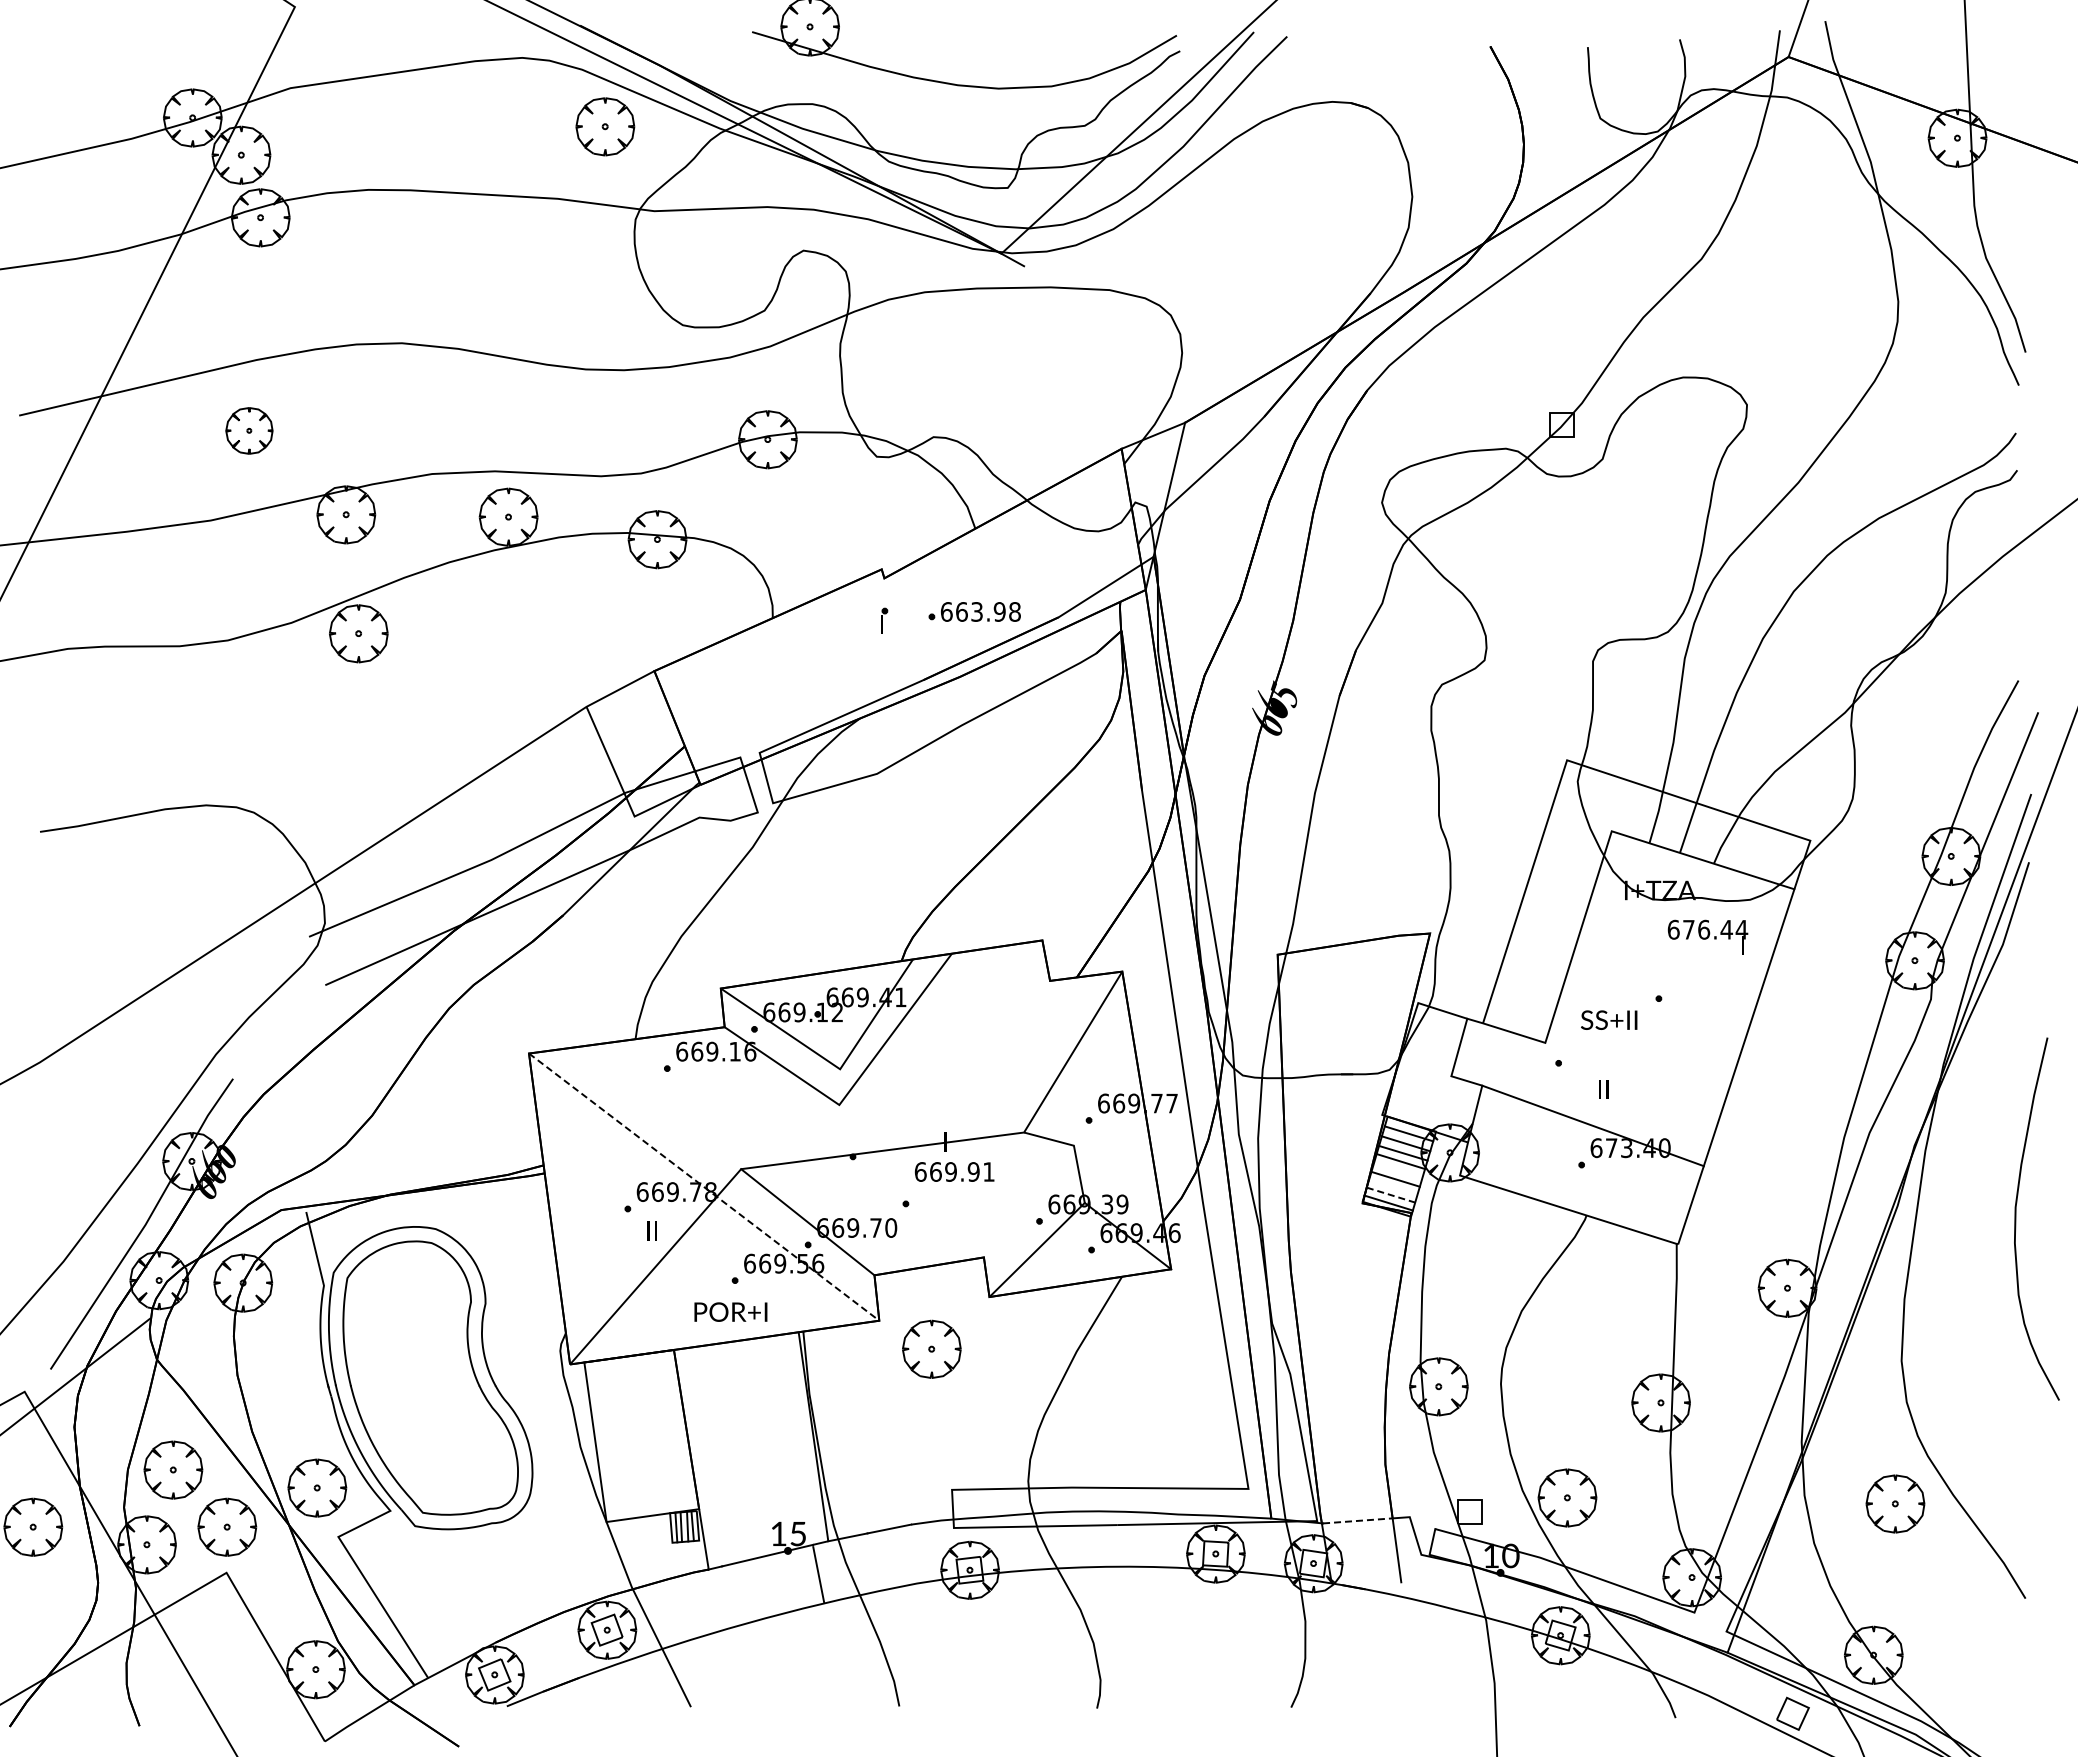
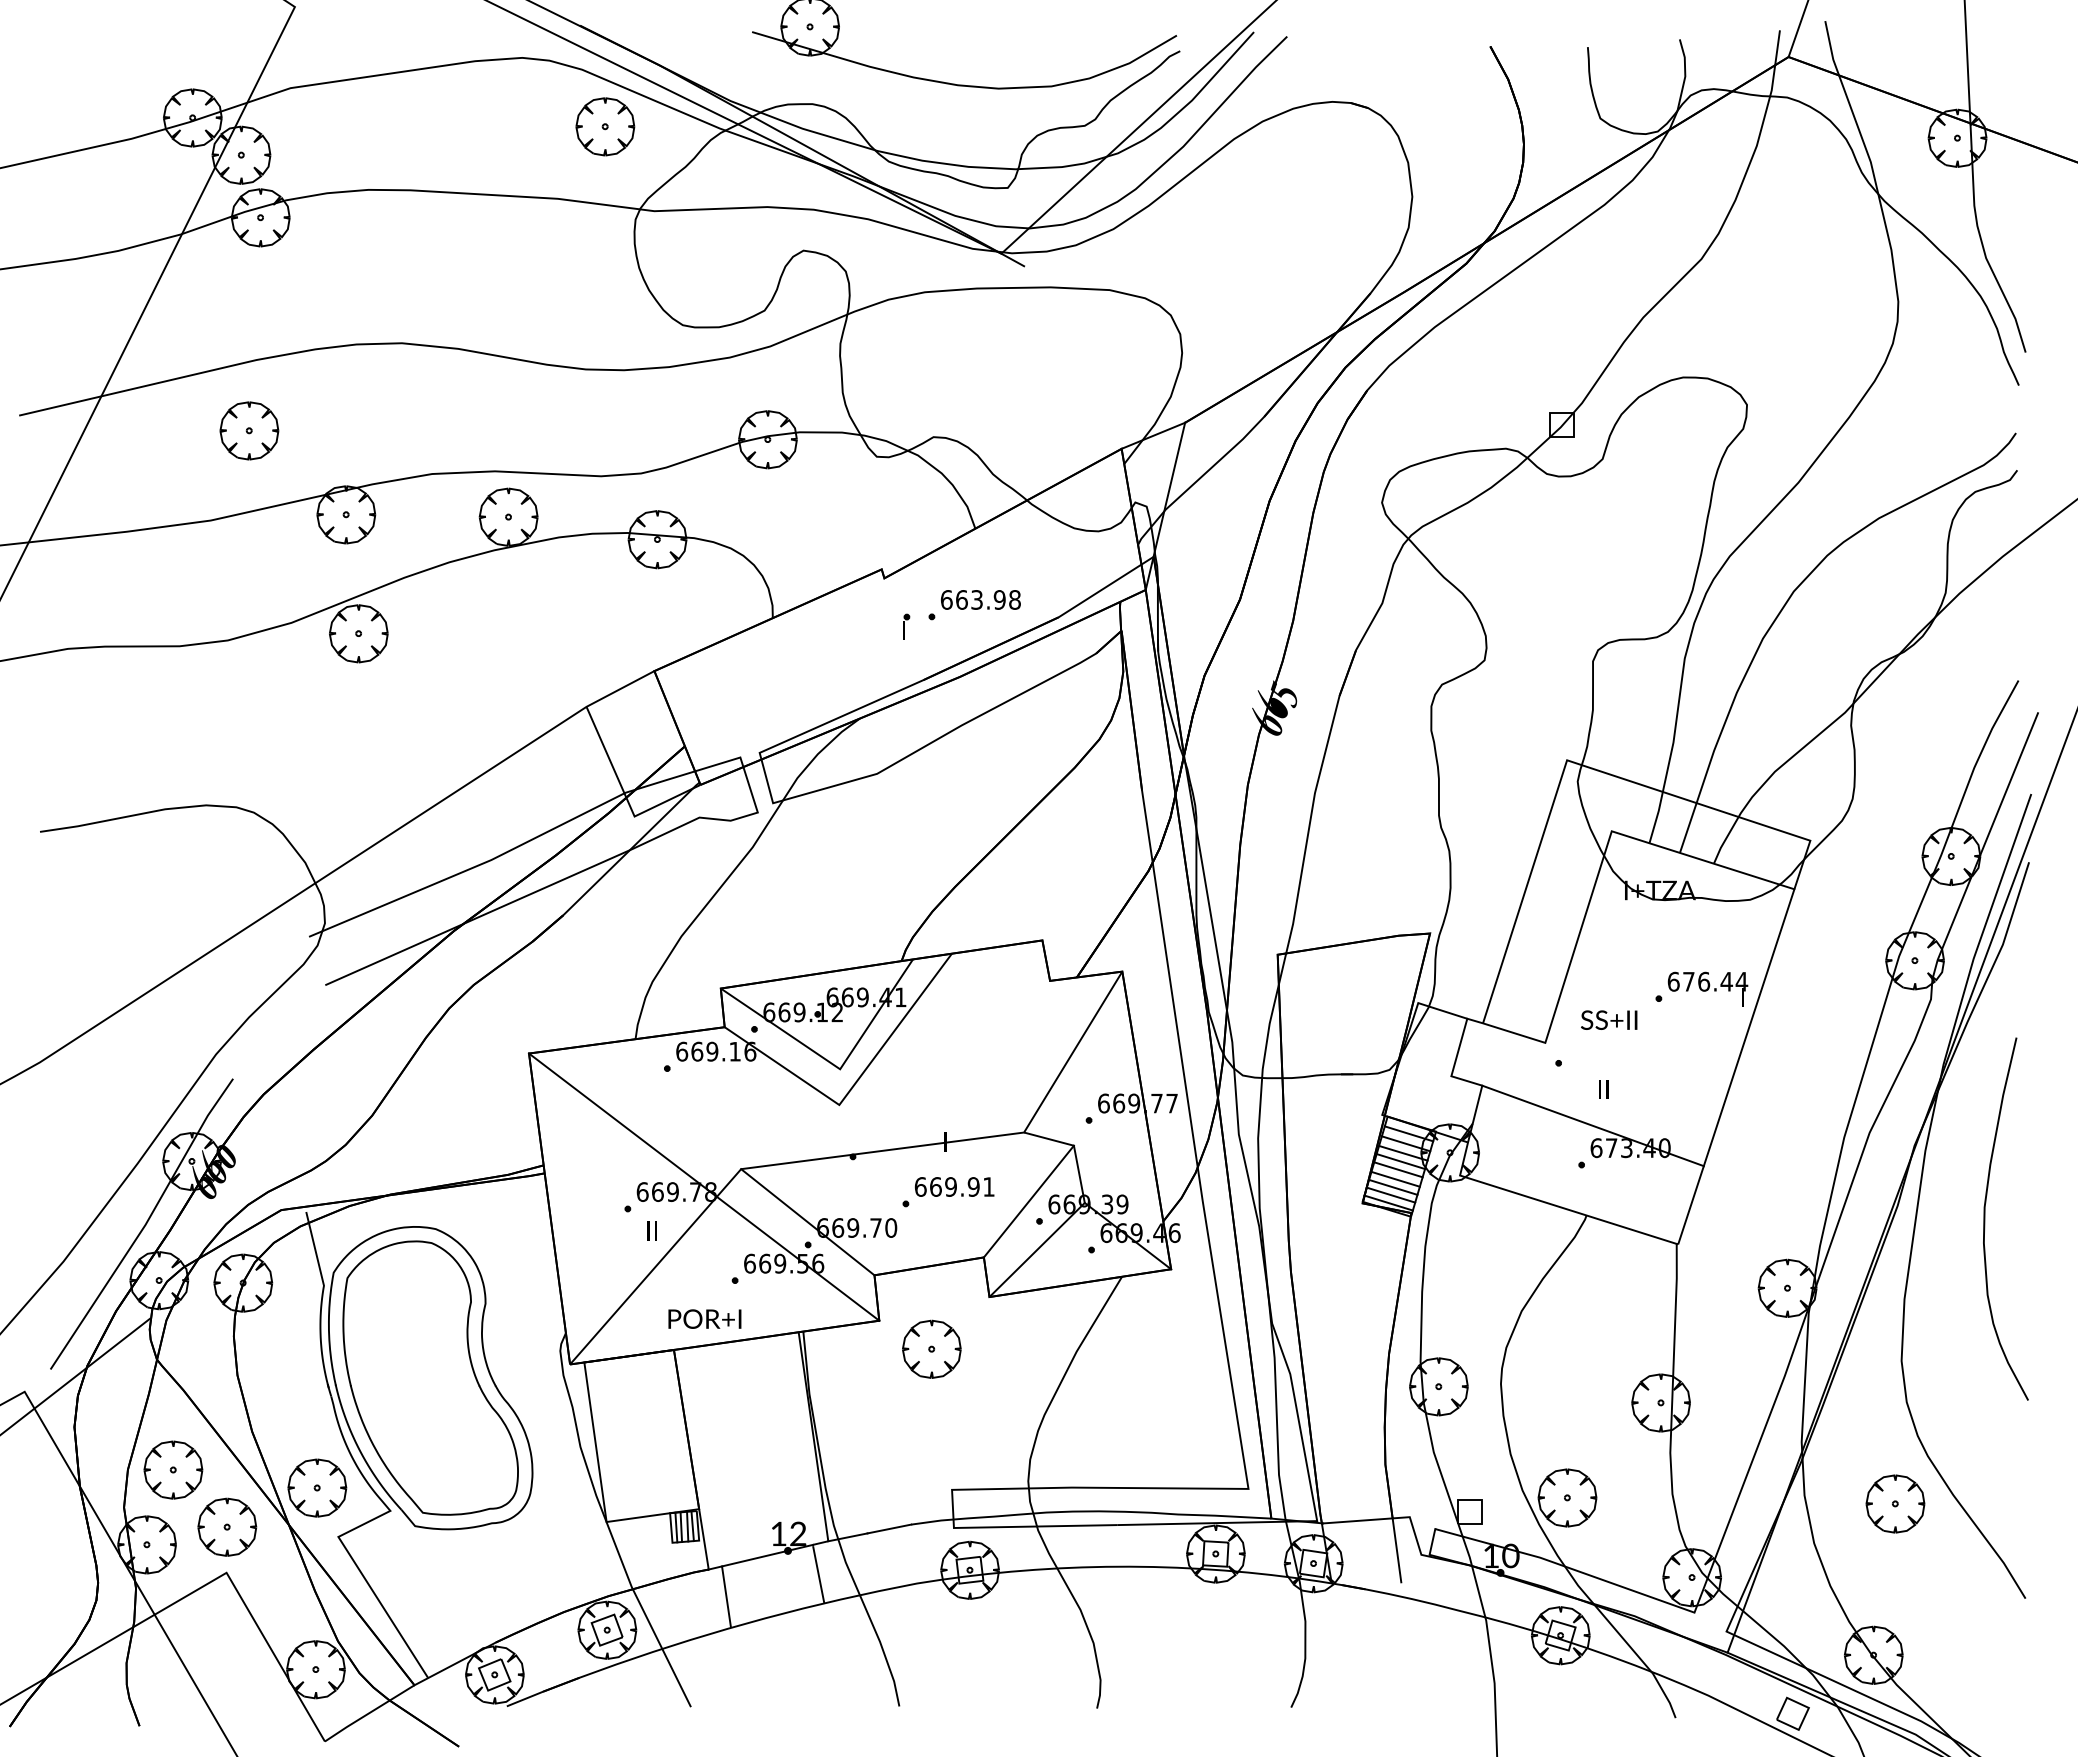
part at (249, 430) size: 49x48 px -> 61x60 px
text at (980, 611) position: (980, 611) -> (980, 599)
part at (884, 620) position: (884, 620) -> (906, 626)
text at (1707, 936) position: (1707, 936) -> (1707, 988)
line at (1398, 1169): none -> present
text at (954, 1171) position: (954, 1171) -> (954, 1186)
line at (1393, 1186): none -> present
line at (704, 1187): dashed -> solid
line at (1391, 1195): dashed -> solid
line at (1028, 1201): none -> present
curve at (2016, 1218) position: (2016, 1218) -> (1985, 1218)
text at (730, 1311) position: (730, 1311) -> (704, 1318)
line at (1357, 1520): dashed -> solid
part at (33, 1526): present -> none
text at (798, 1533): 15 -> 12
line at (726, 1596): none -> present
